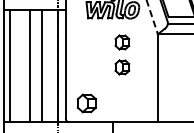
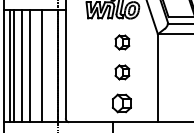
line at (152, 17): dashed -> solid
line at (13, 65): none -> present
line at (22, 65): none -> present
part at (122, 67) position: (122, 67) -> (122, 72)
part at (86, 103) position: (86, 103) -> (121, 103)
